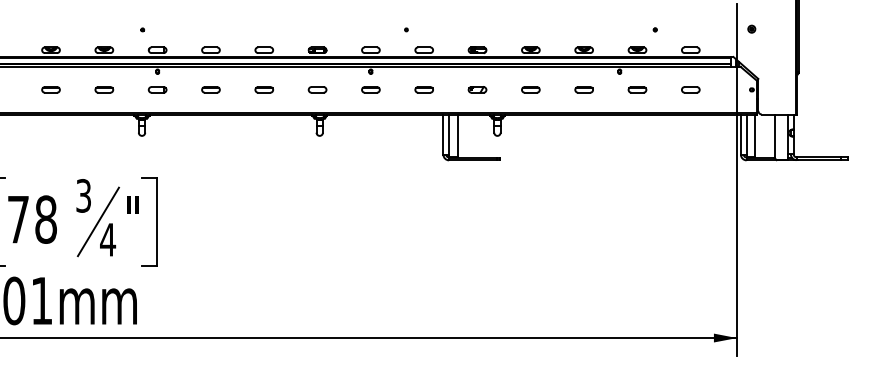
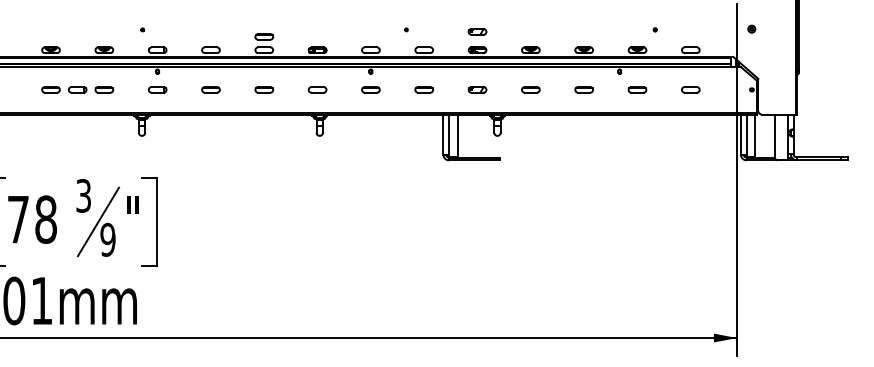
part at (477, 31): none -> present
part at (263, 36): none -> present
part at (77, 89): none -> present
text at (108, 239): 4 -> 9
